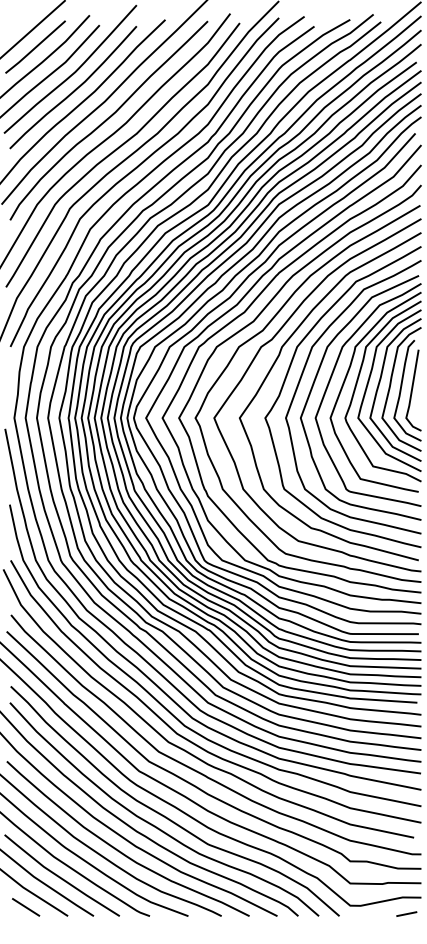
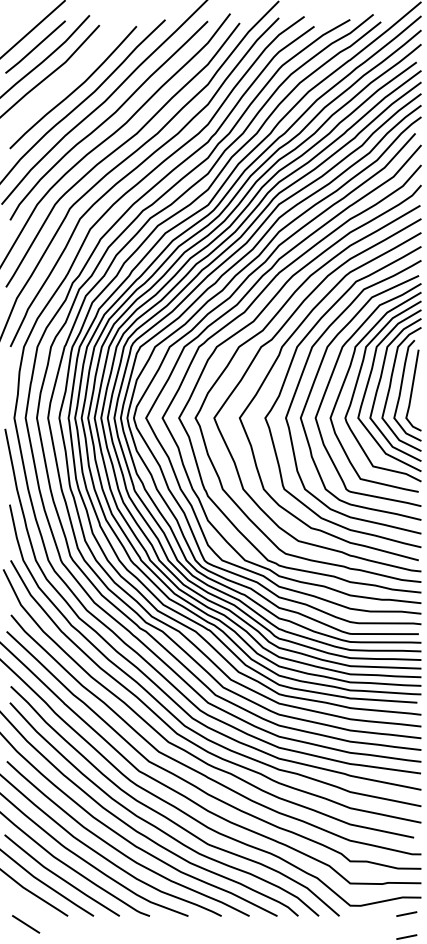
curve at (74, 71): present -> none
line at (26, 907) position: (26, 907) -> (26, 924)
line at (406, 936): none -> present
